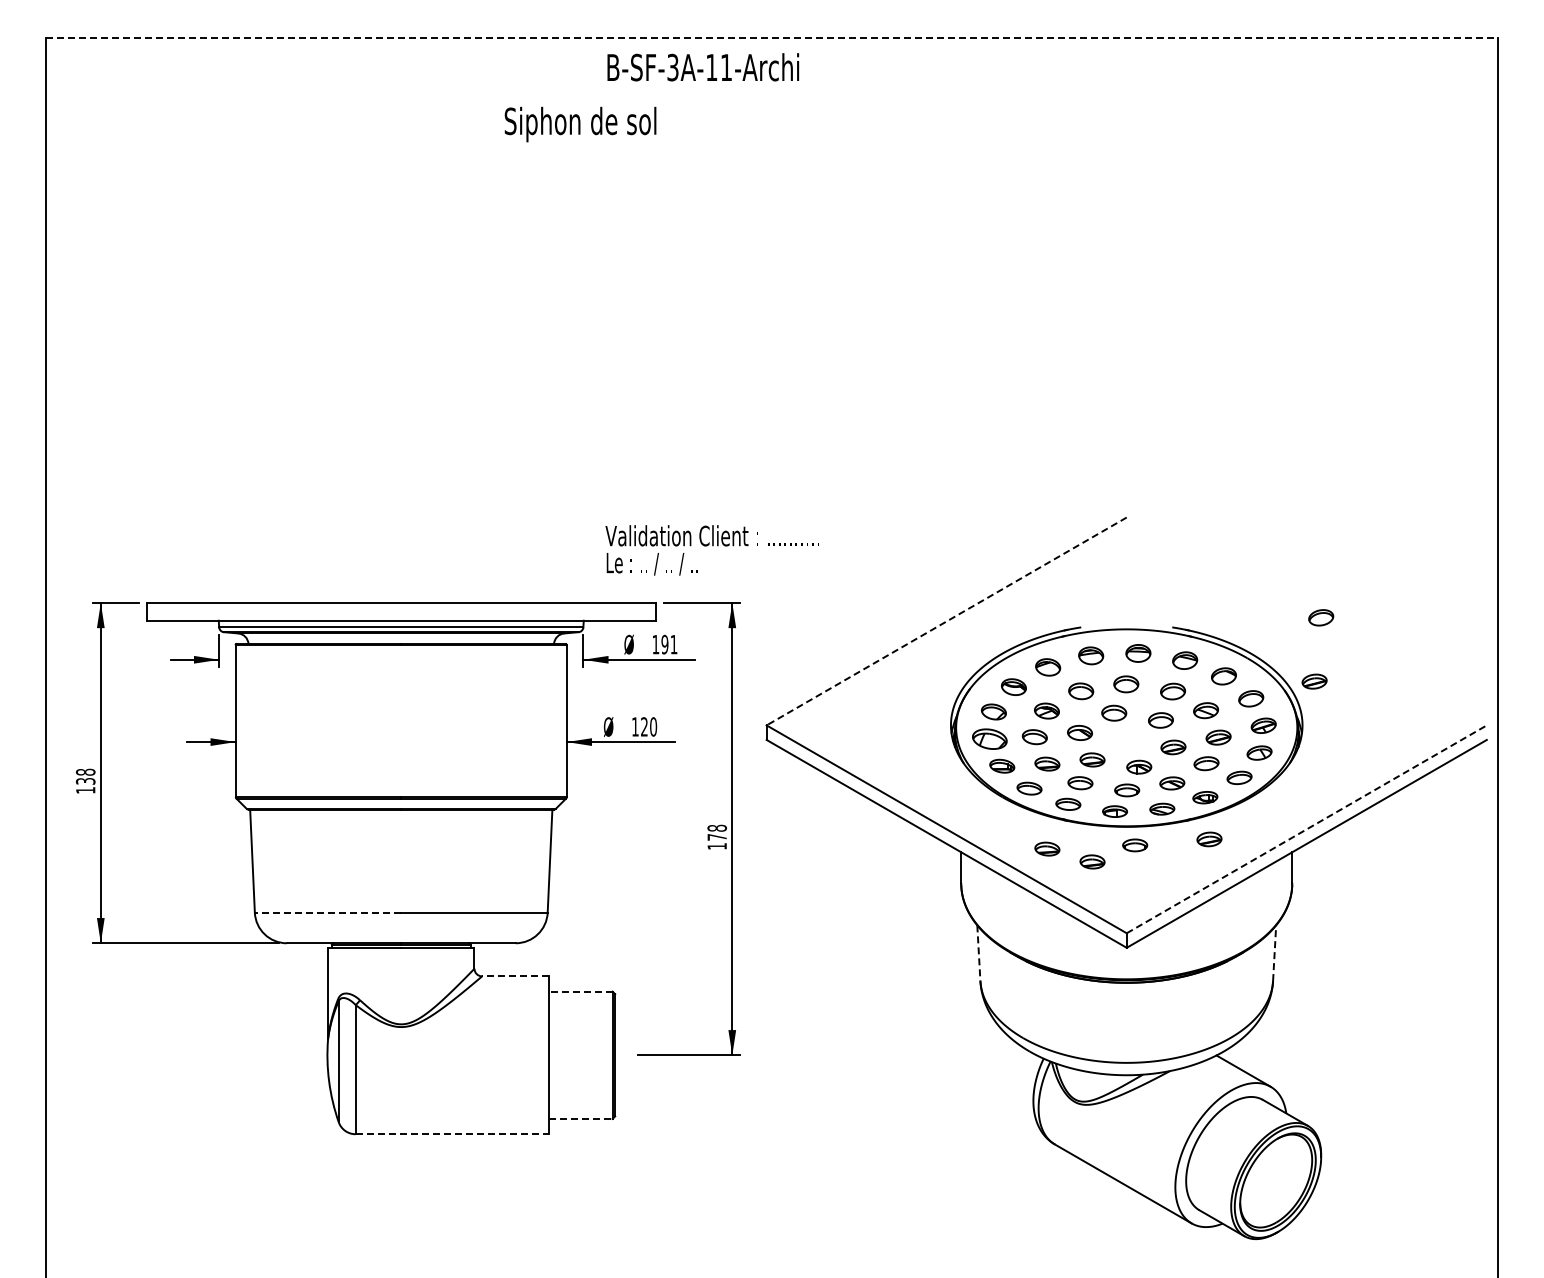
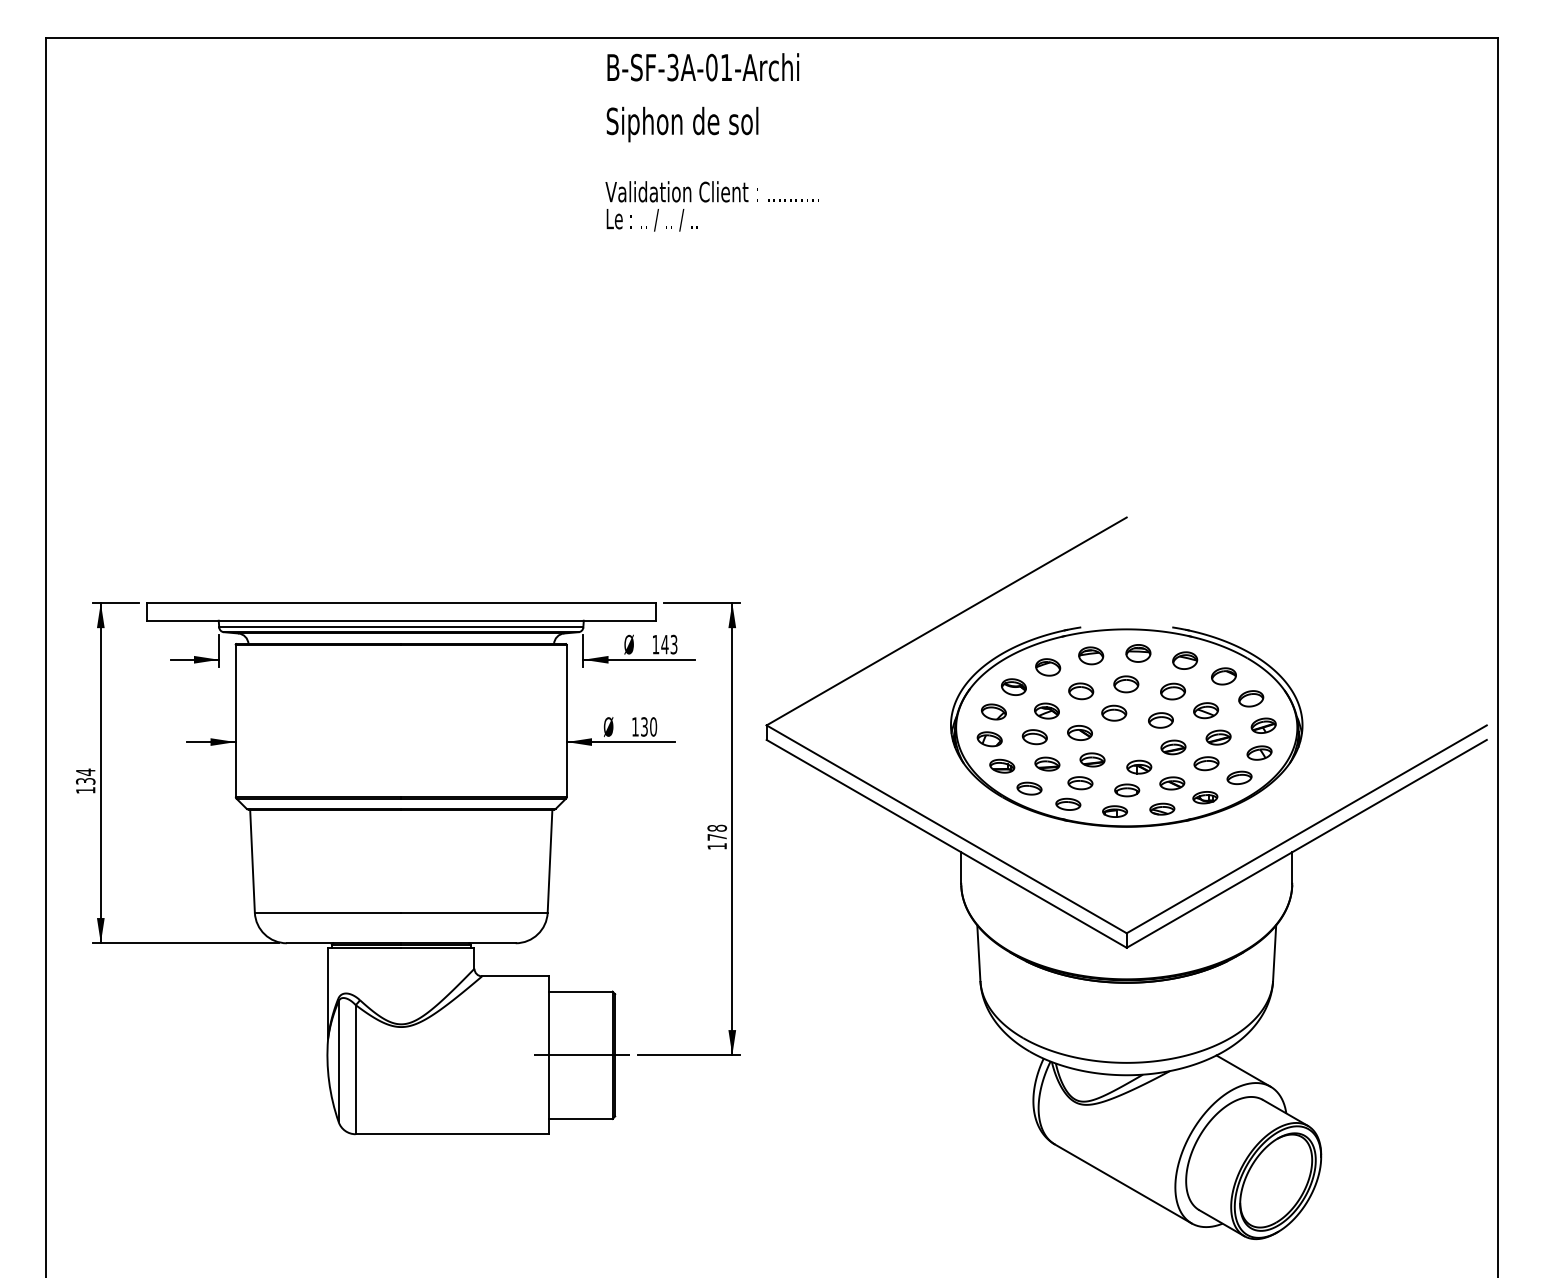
line at (772, 38): dashed -> solid
text at (711, 67): B-SF-3A-11-Archi -> B-SF-3A-01-Archi
text at (580, 124) position: (580, 124) -> (682, 124)
text at (711, 550) position: (711, 550) -> (711, 206)
part at (1321, 617): present -> none
line at (946, 621): dashed -> solid
text at (669, 644): 191 -> 143
part at (1314, 681): present -> none
text at (644, 726): 120 -> 130
part at (989, 738) size: 36x22 px -> 27x17 px
text at (85, 772): 138 -> 134
line at (1306, 829): dashed -> solid
part at (1209, 839): present -> none
part at (1135, 845): present -> none
part at (1047, 848): present -> none
part at (1092, 861): present -> none
line at (327, 912): dashed -> solid
line at (978, 953): dashed -> solid
line at (1274, 953): dashed -> solid
line at (515, 976): dashed -> solid
line at (580, 991): dashed -> solid
line at (581, 1055): none -> present
line at (580, 1118): dashed -> solid
line at (452, 1134): dashed -> solid
